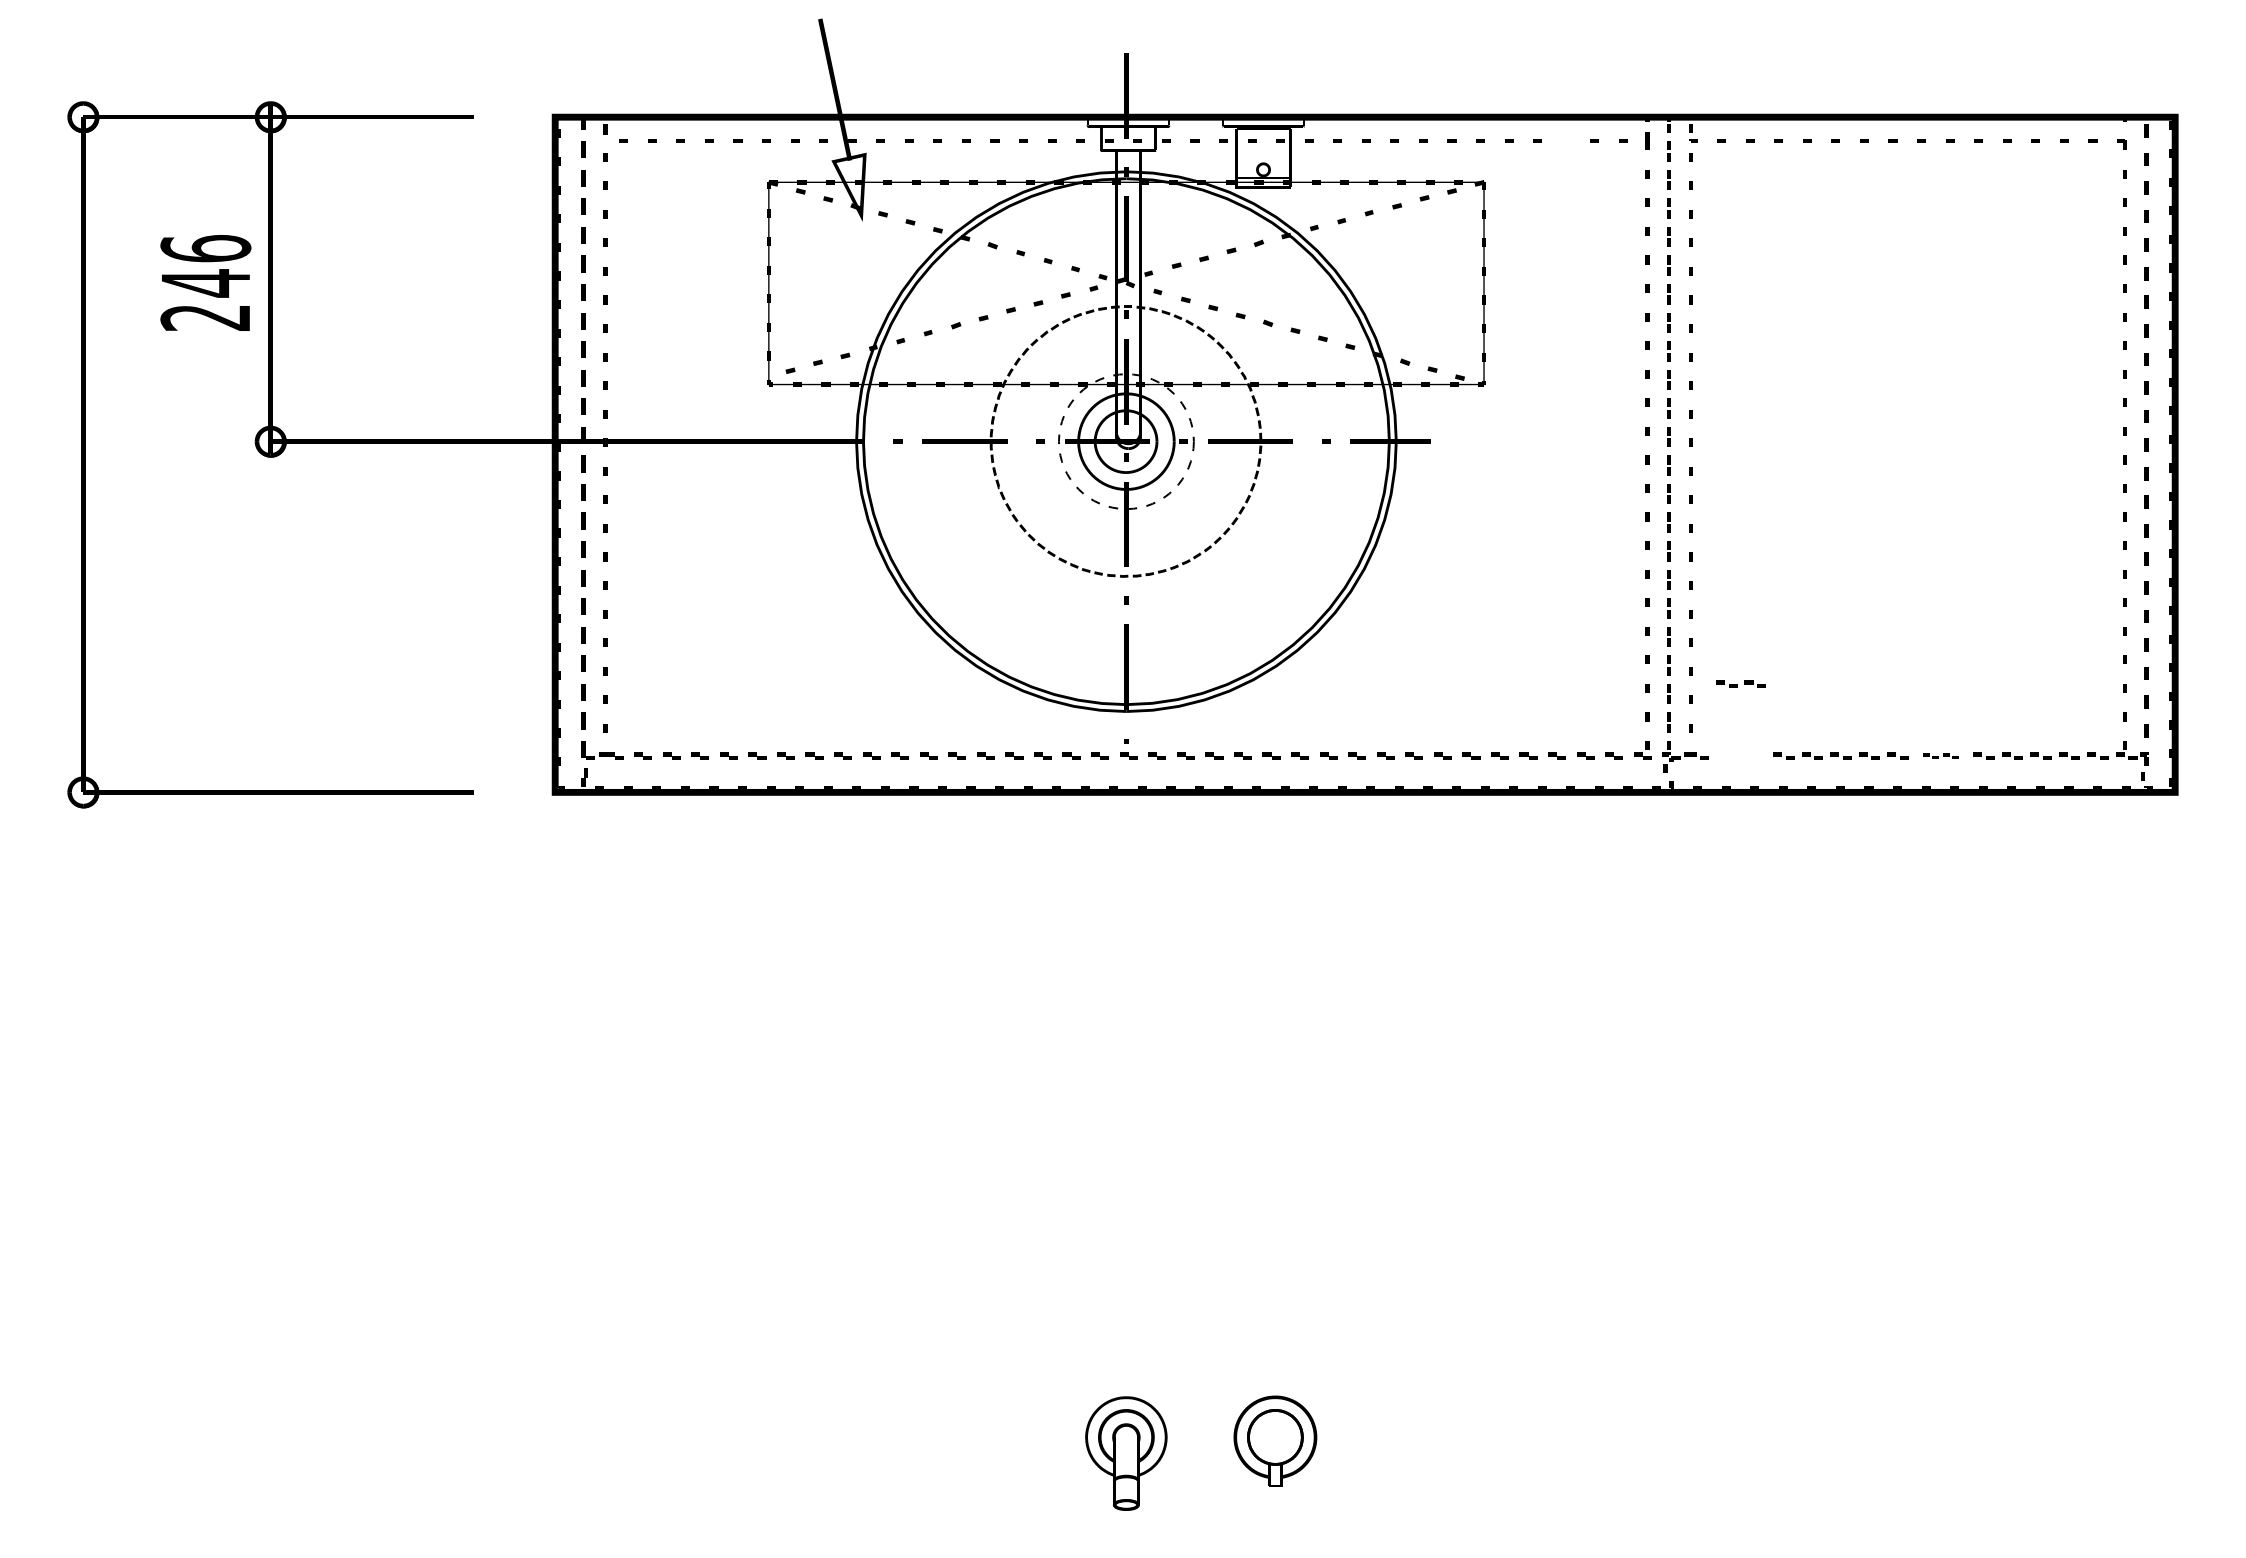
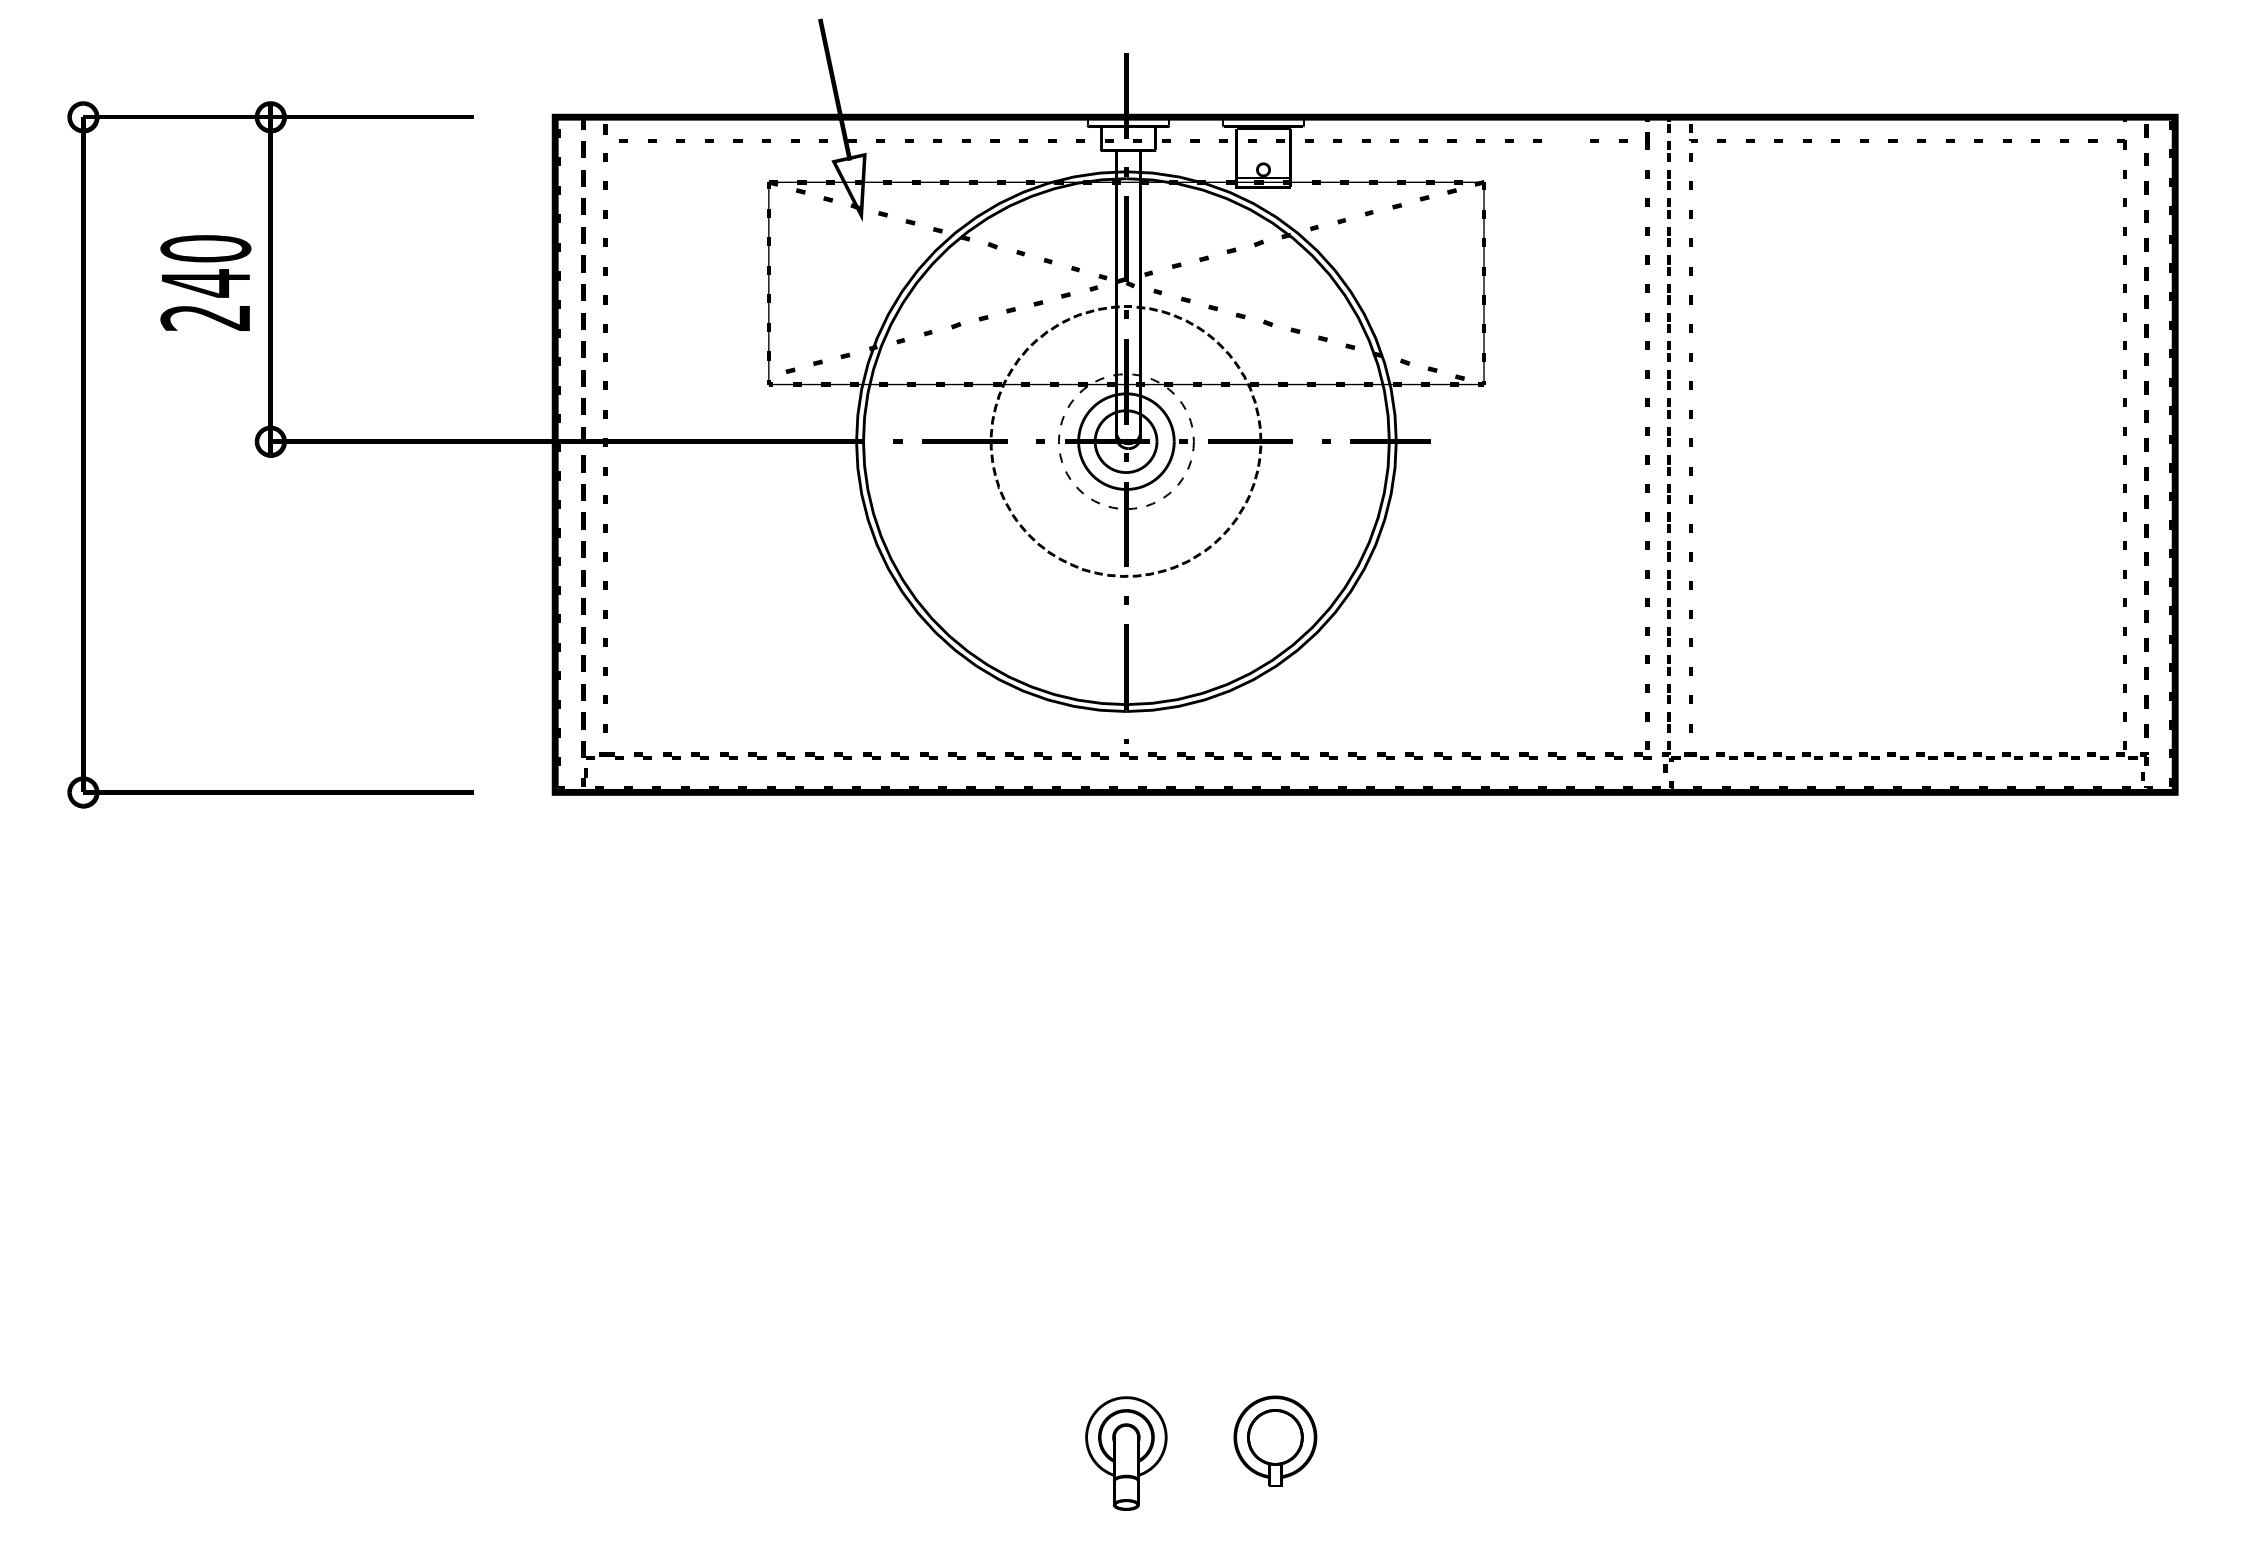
text at (205, 248): 246 -> 240
part at (1740, 683) position: (1740, 683) -> (1740, 755)
part at (1940, 755) size: 36x6 px -> 50x8 px
